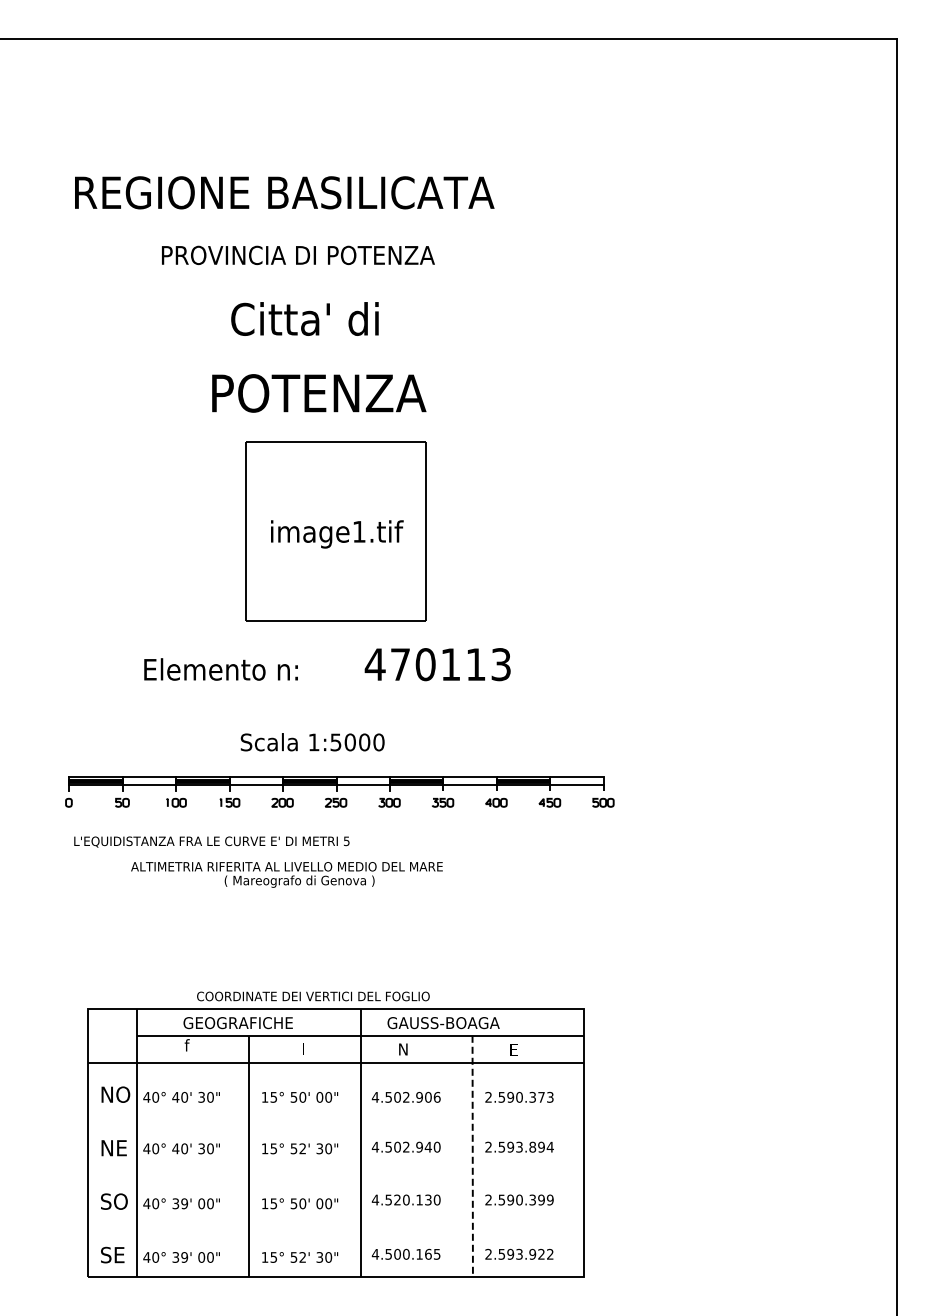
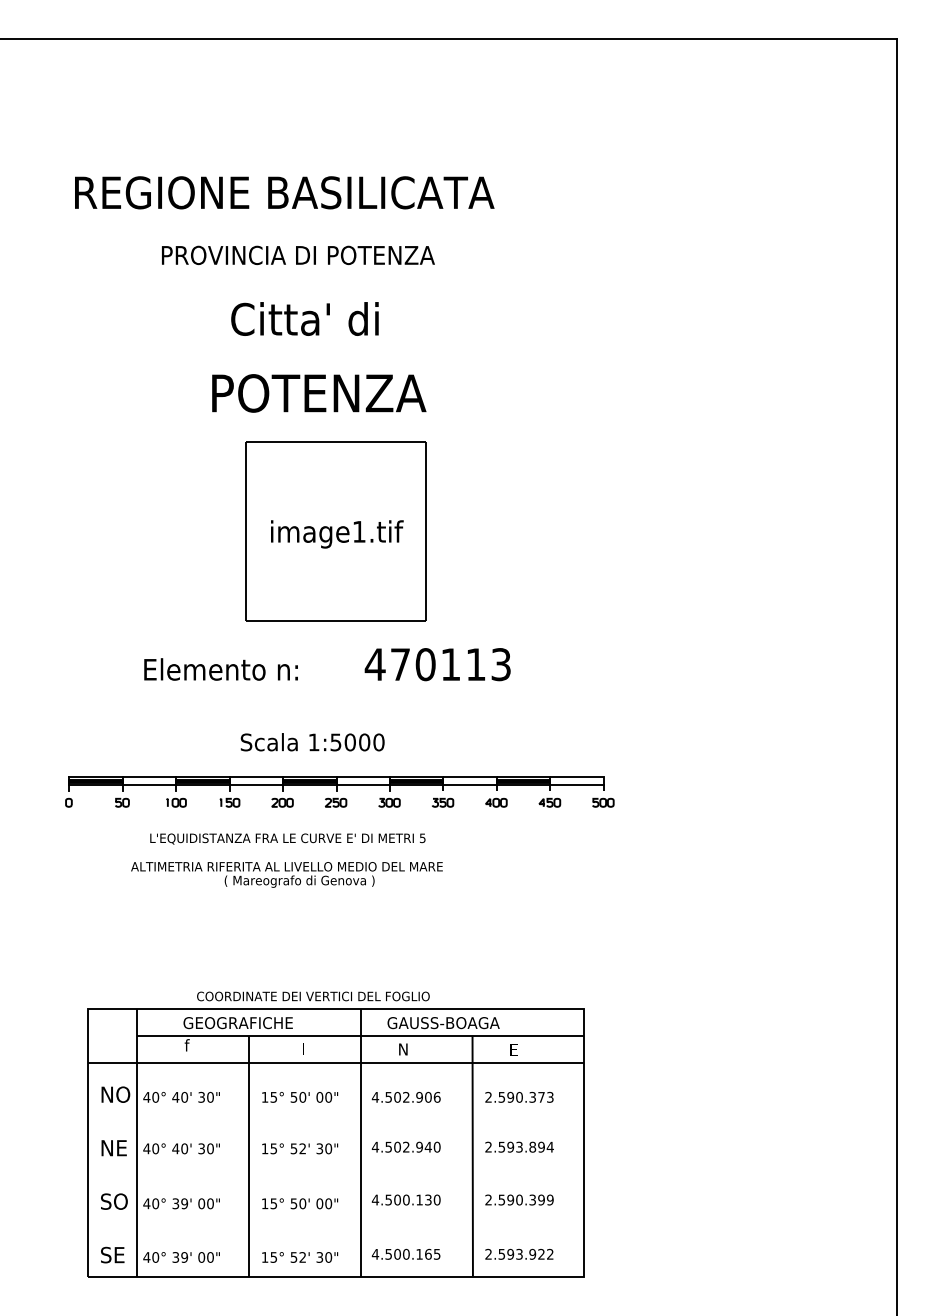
text at (211, 841) position: (211, 841) -> (287, 838)
line at (472, 1156): dashed -> solid
text at (397, 1199): 4.520.130 -> 4.500.130
